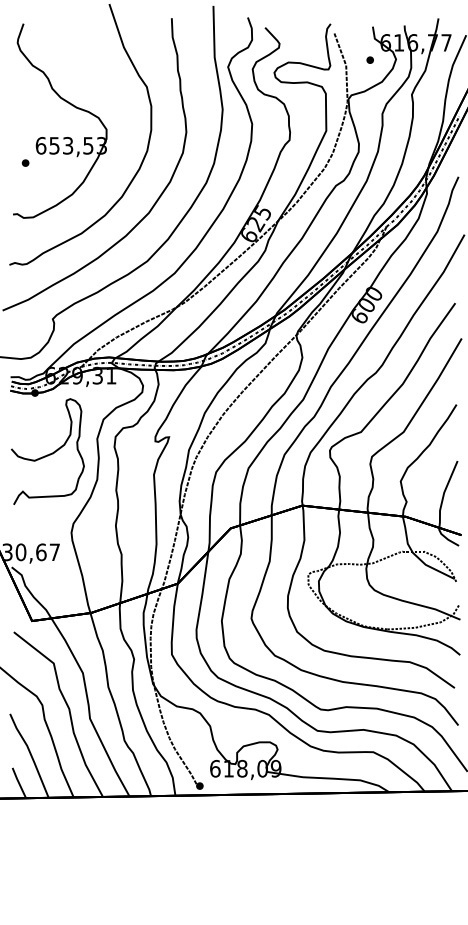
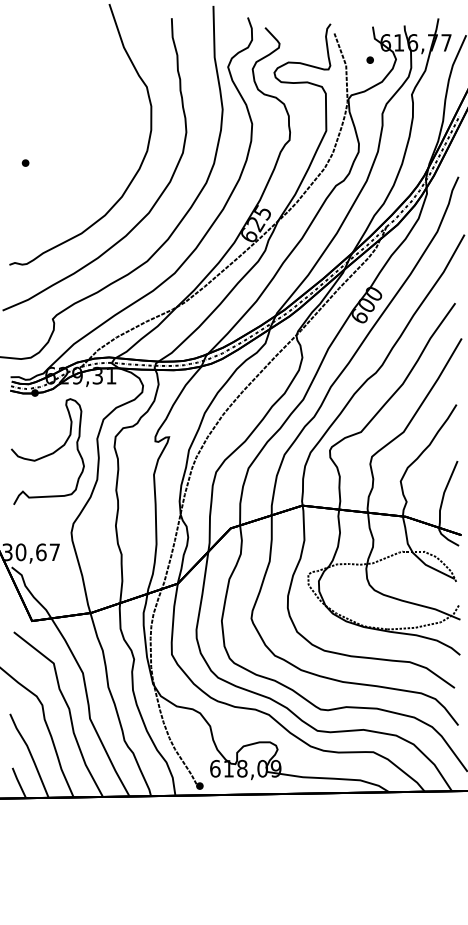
part at (58, 137): present -> none
